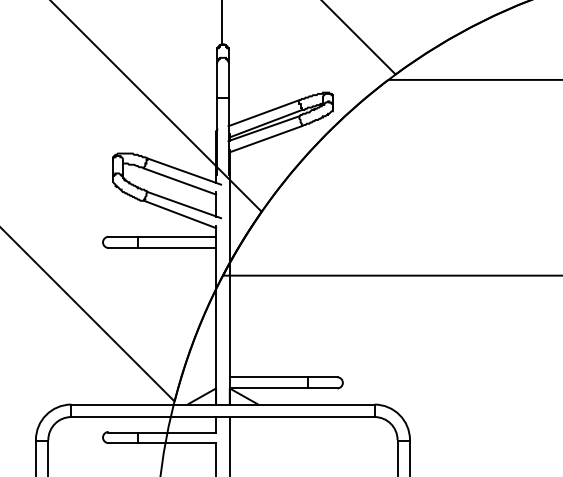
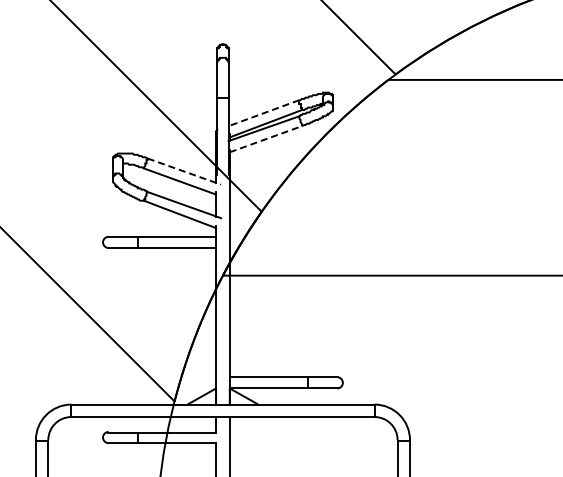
line at (222, 23): present -> none
line at (263, 113): solid -> dashed
line at (266, 139): solid -> dashed
line at (184, 171): solid -> dashed
